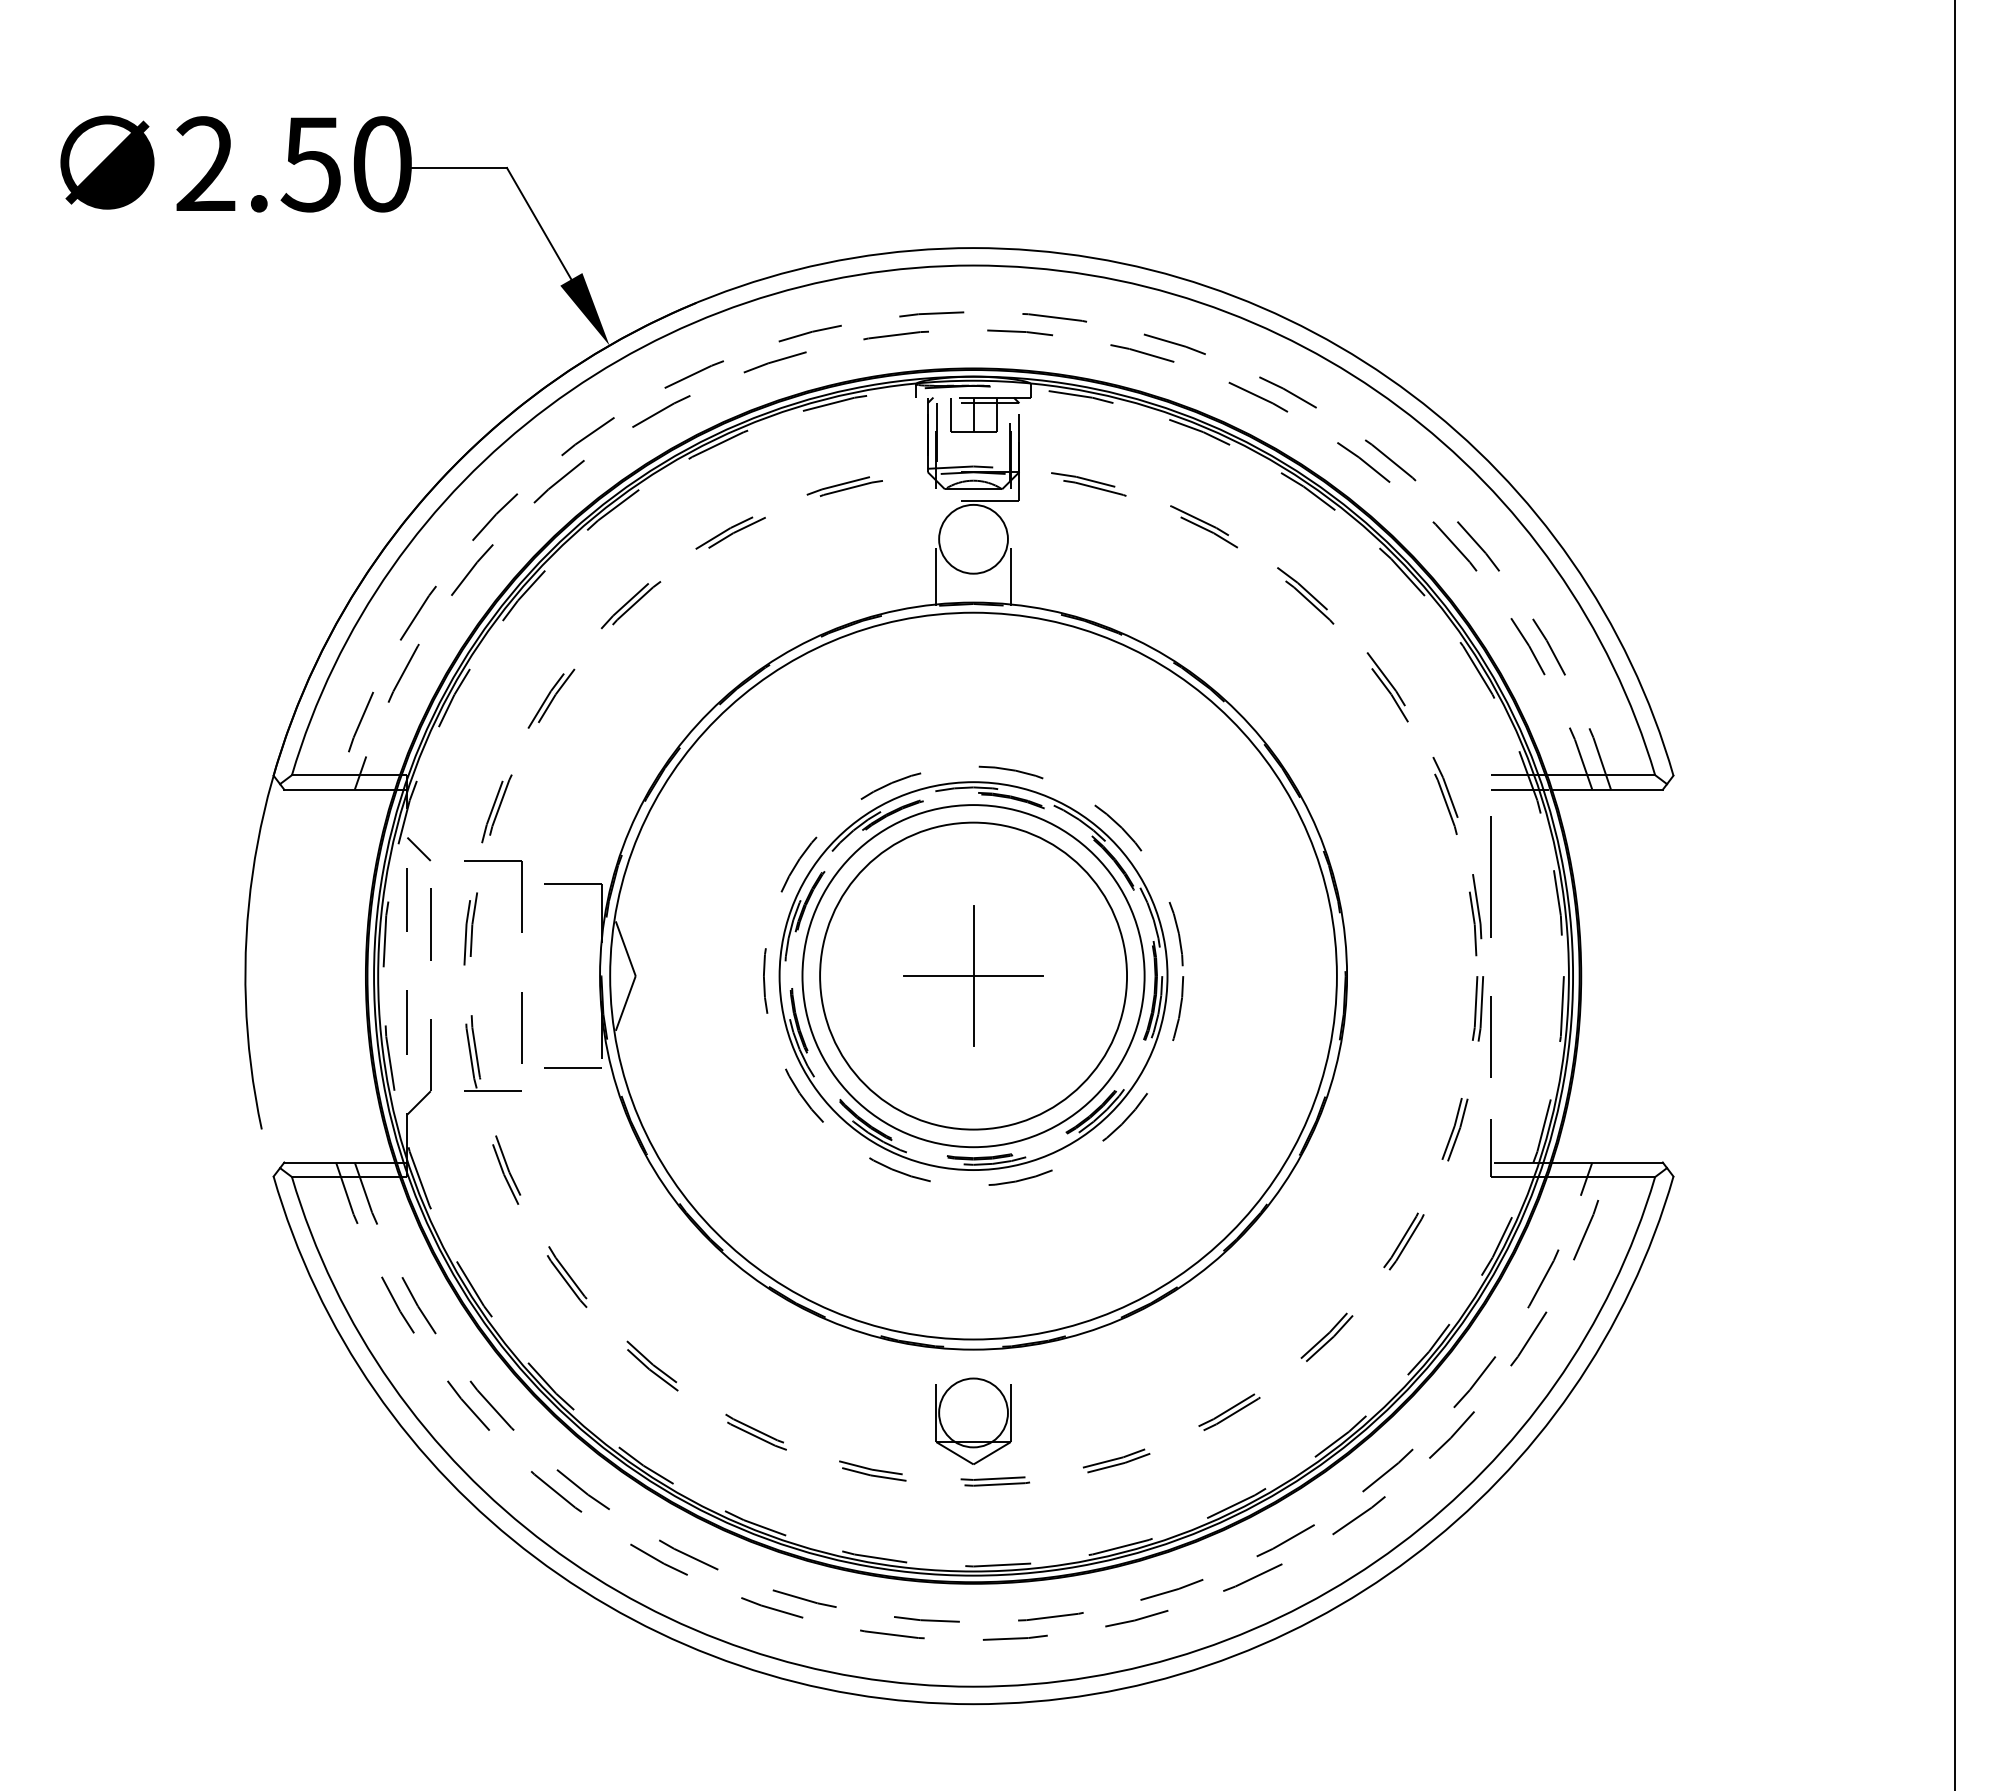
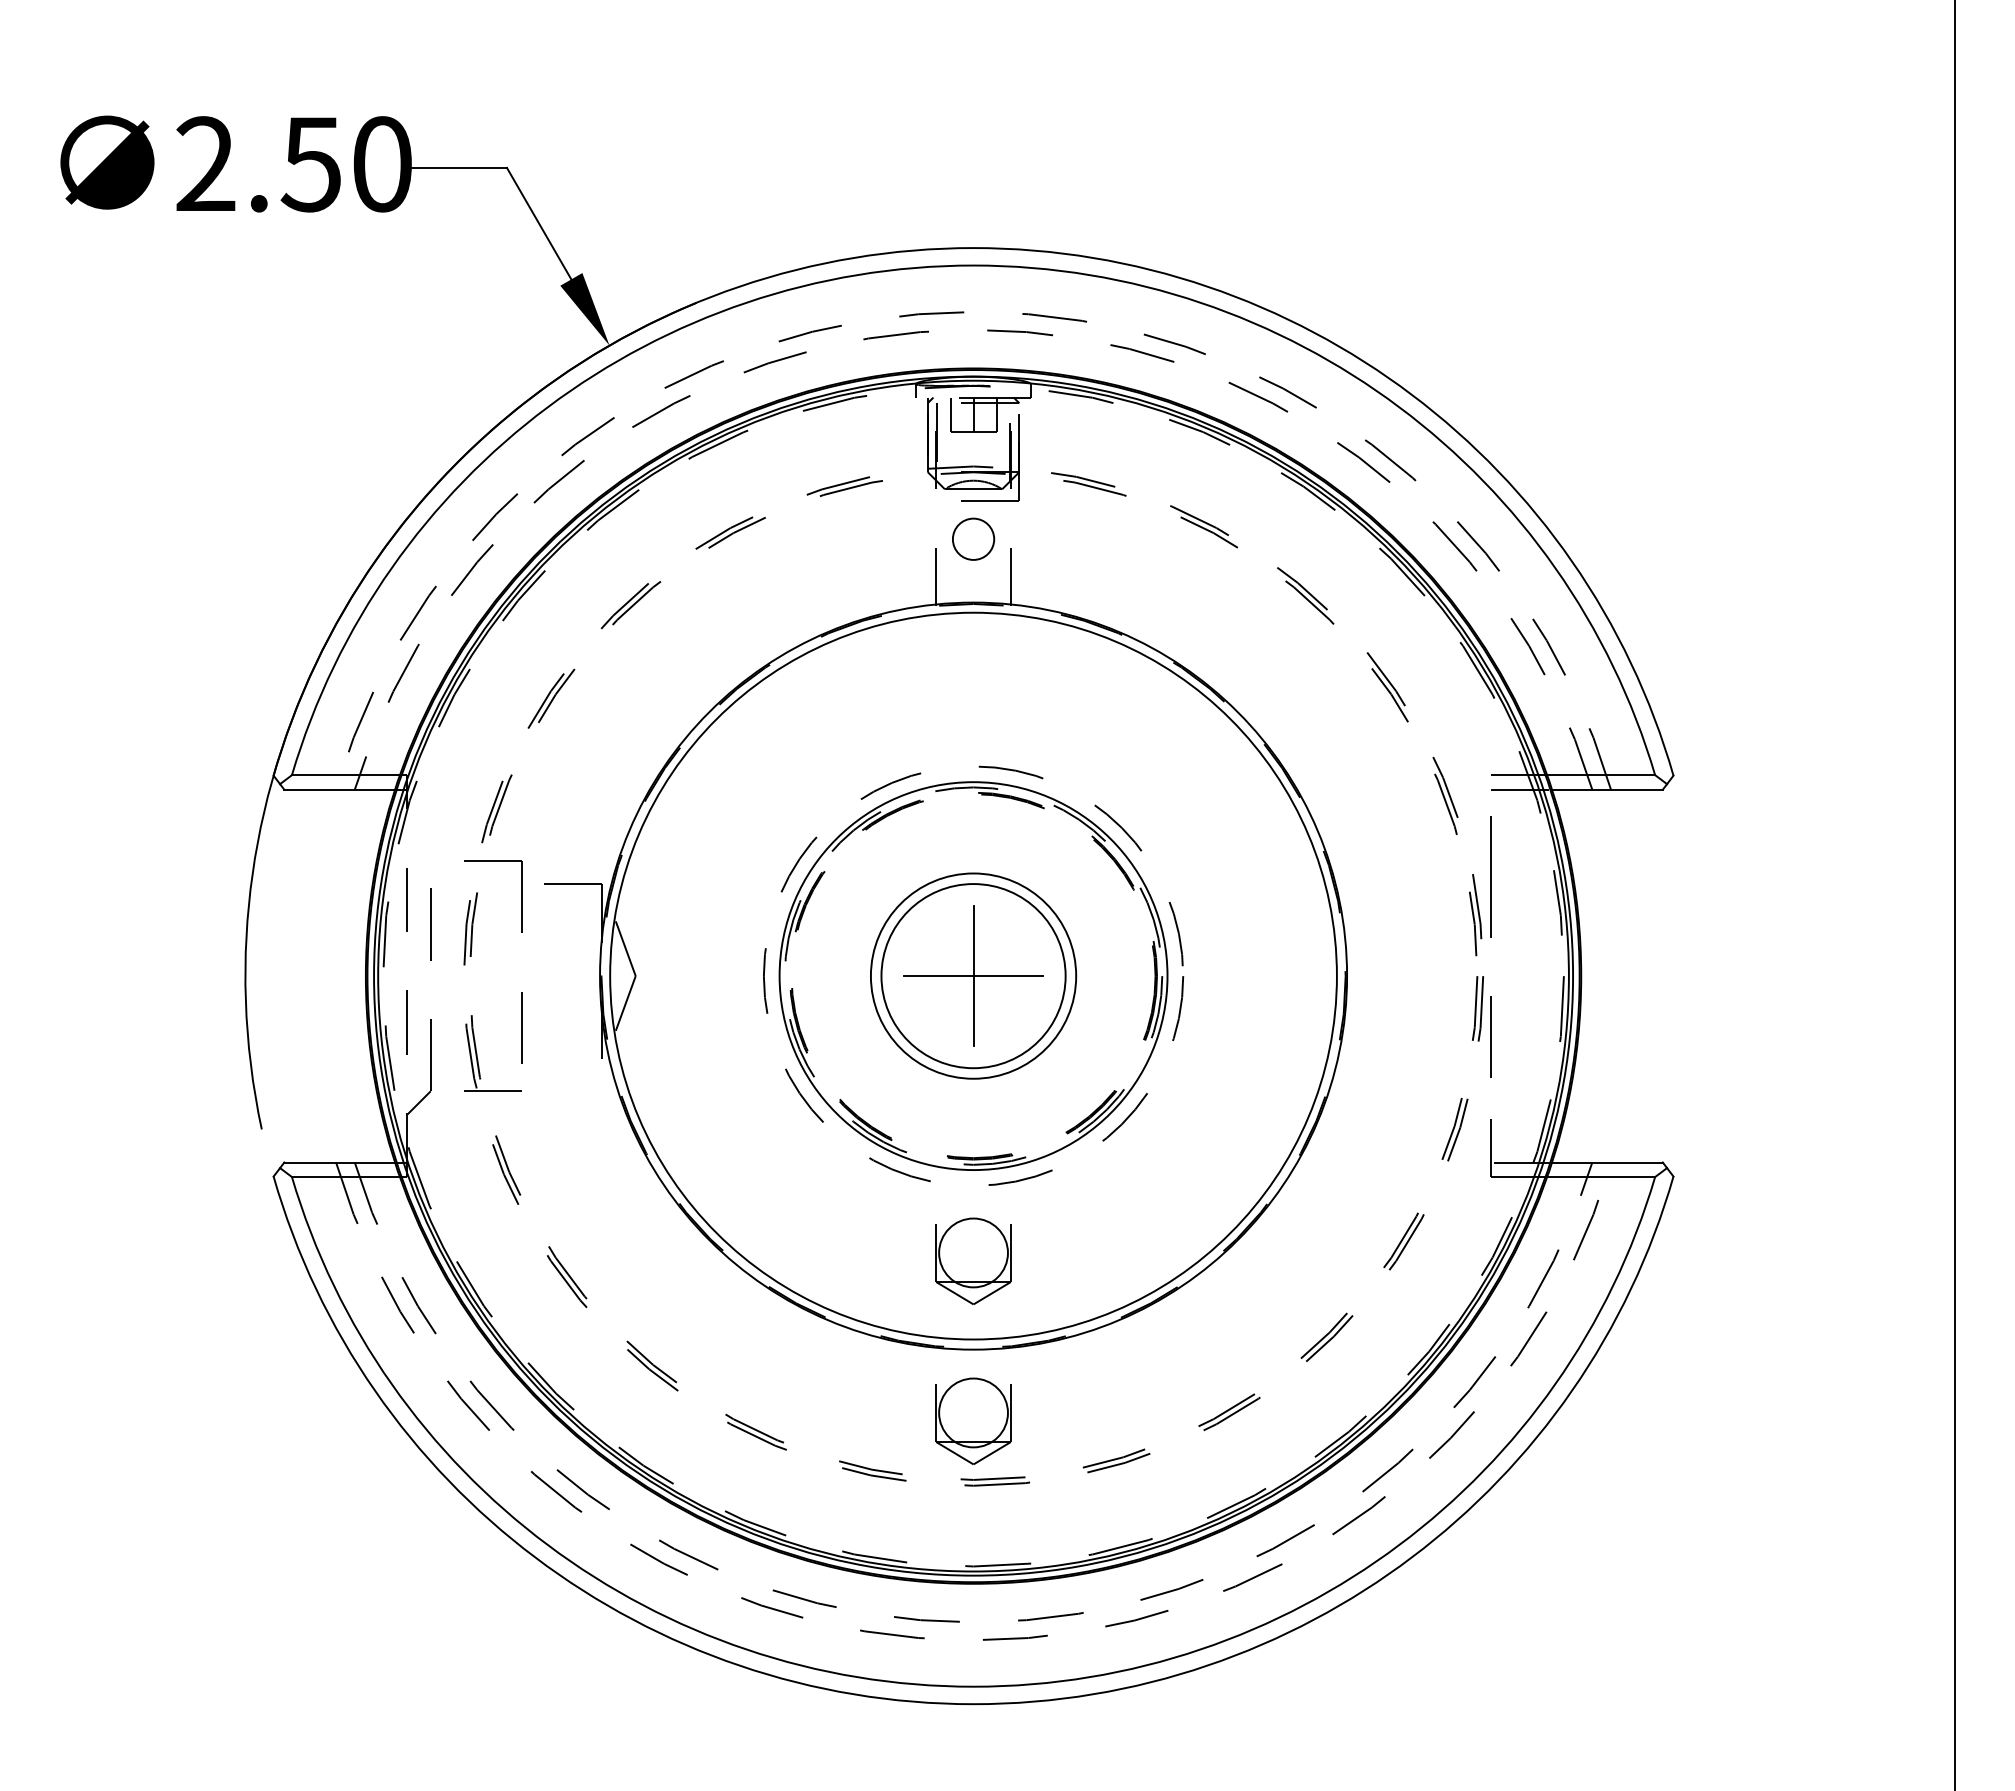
circle at (973, 538) diameter: 69 px -> 41 px
line at (418, 848): present -> none
circle at (973, 975) diameter: 307 px -> 184 px
circle at (973, 976) diameter: 342 px -> 205 px
line at (572, 1067): present -> none
part at (973, 1260): none -> present
